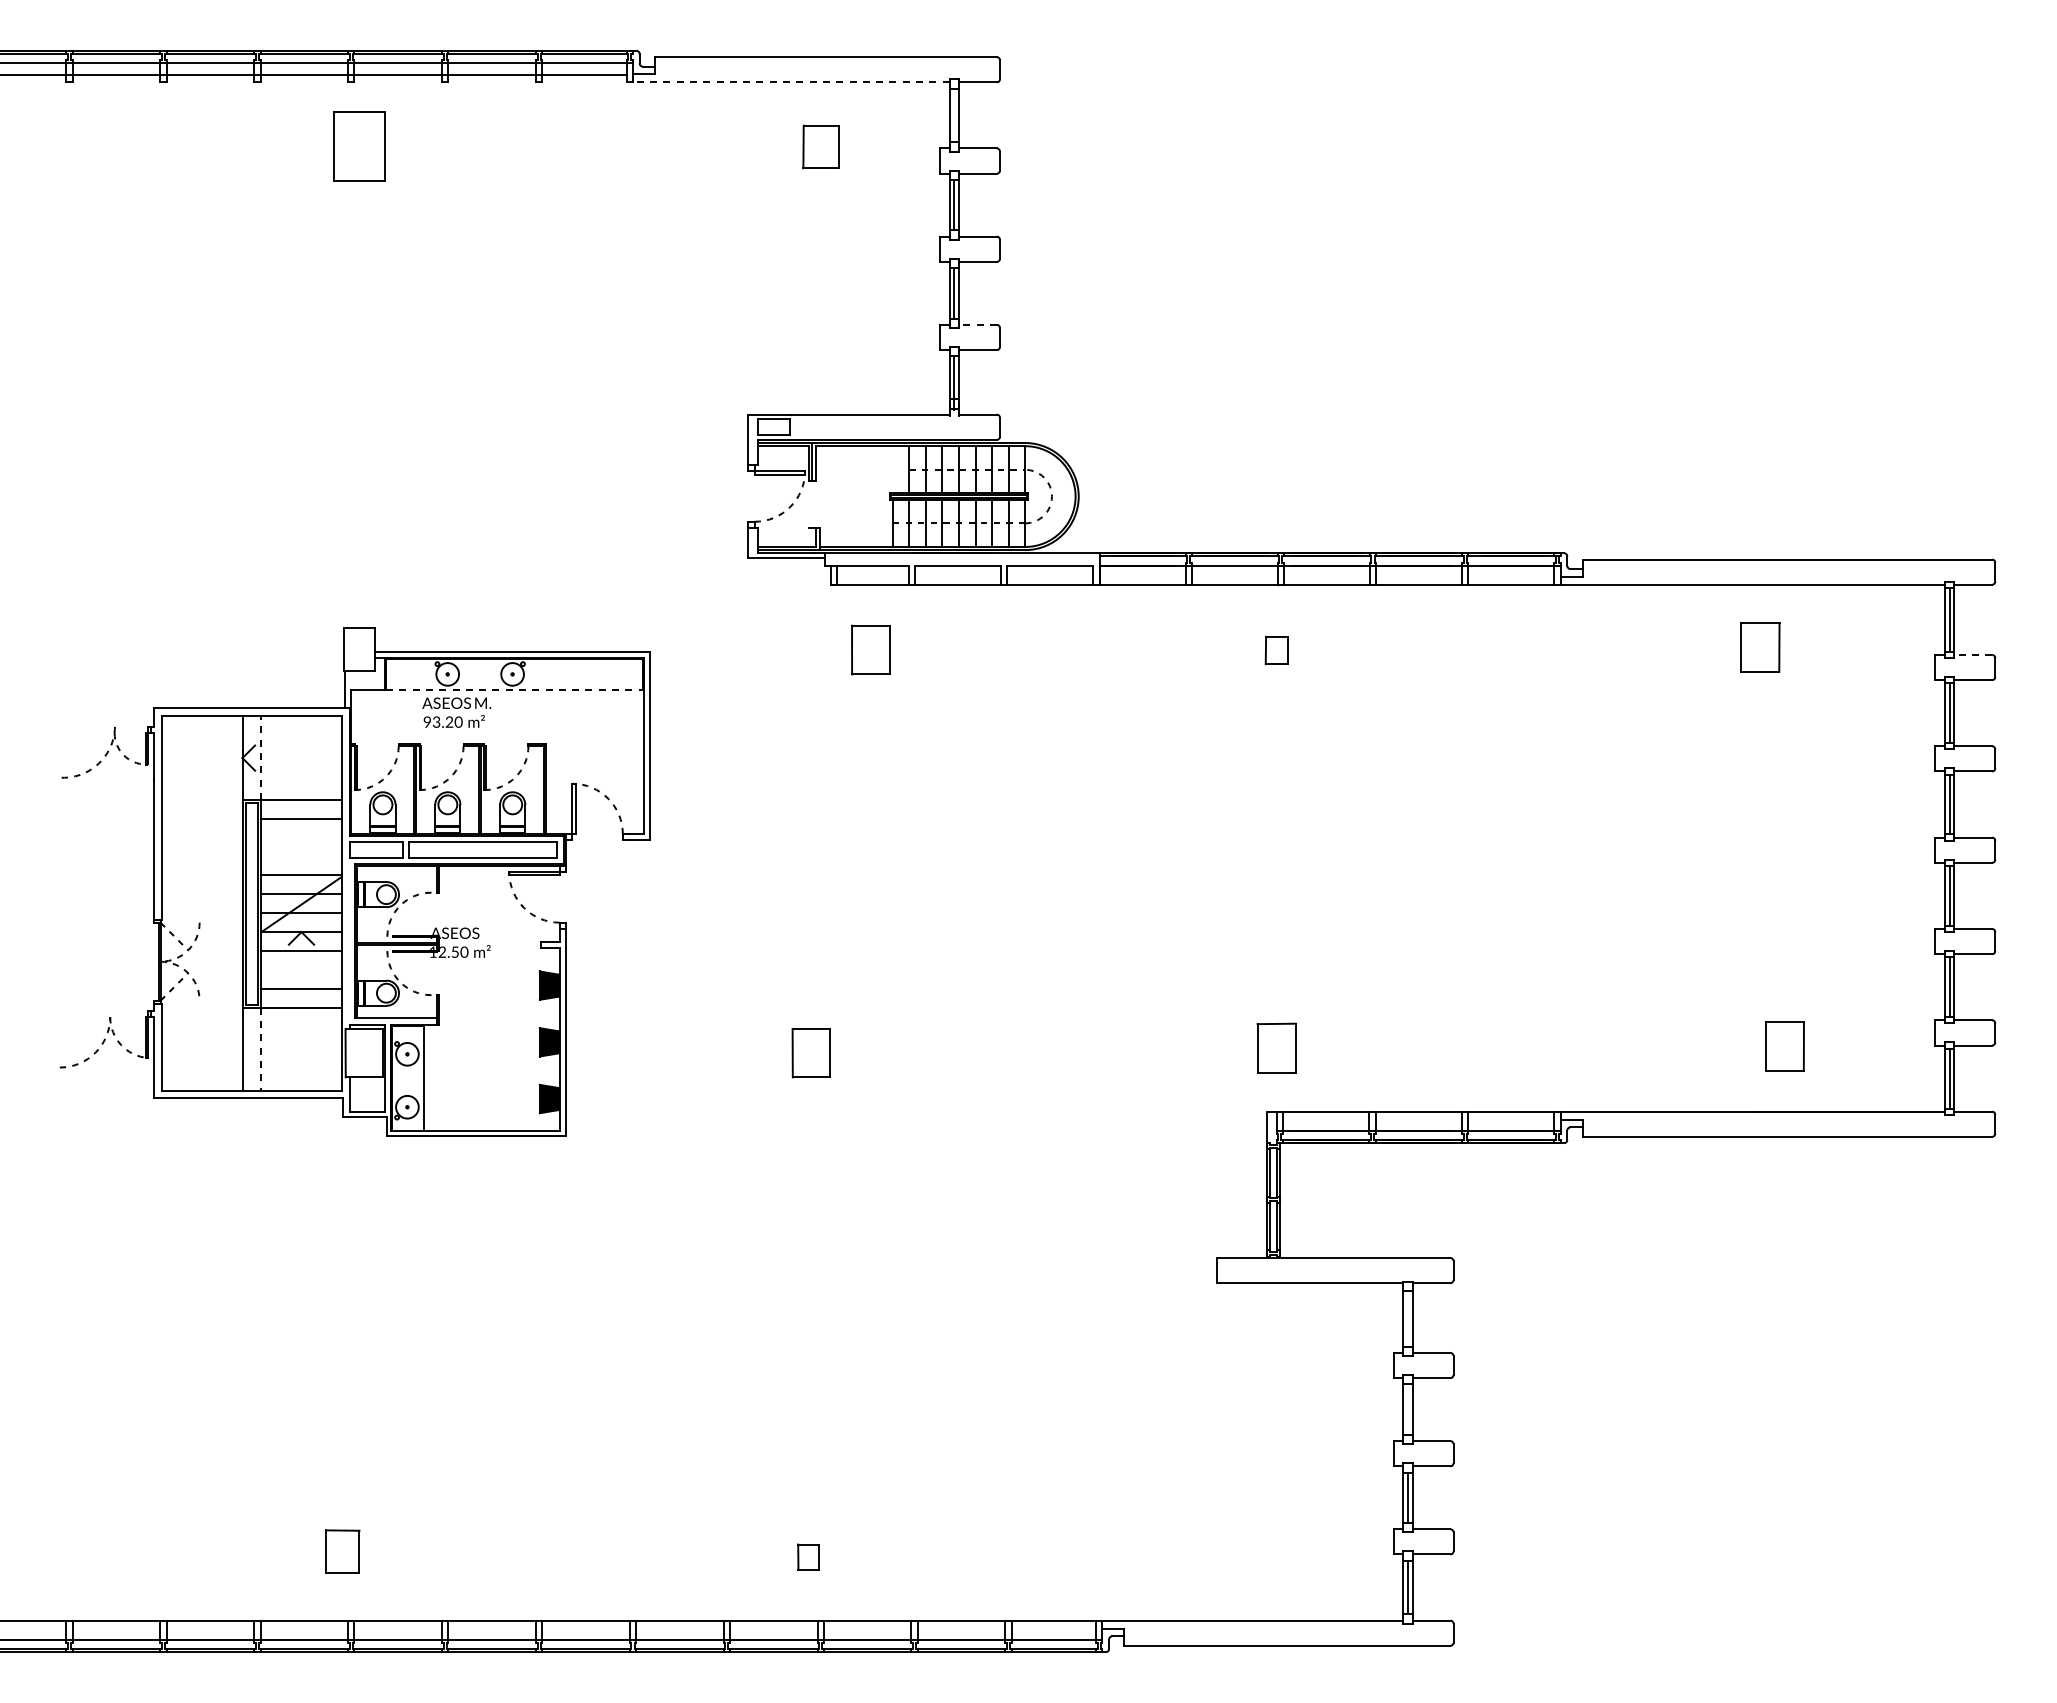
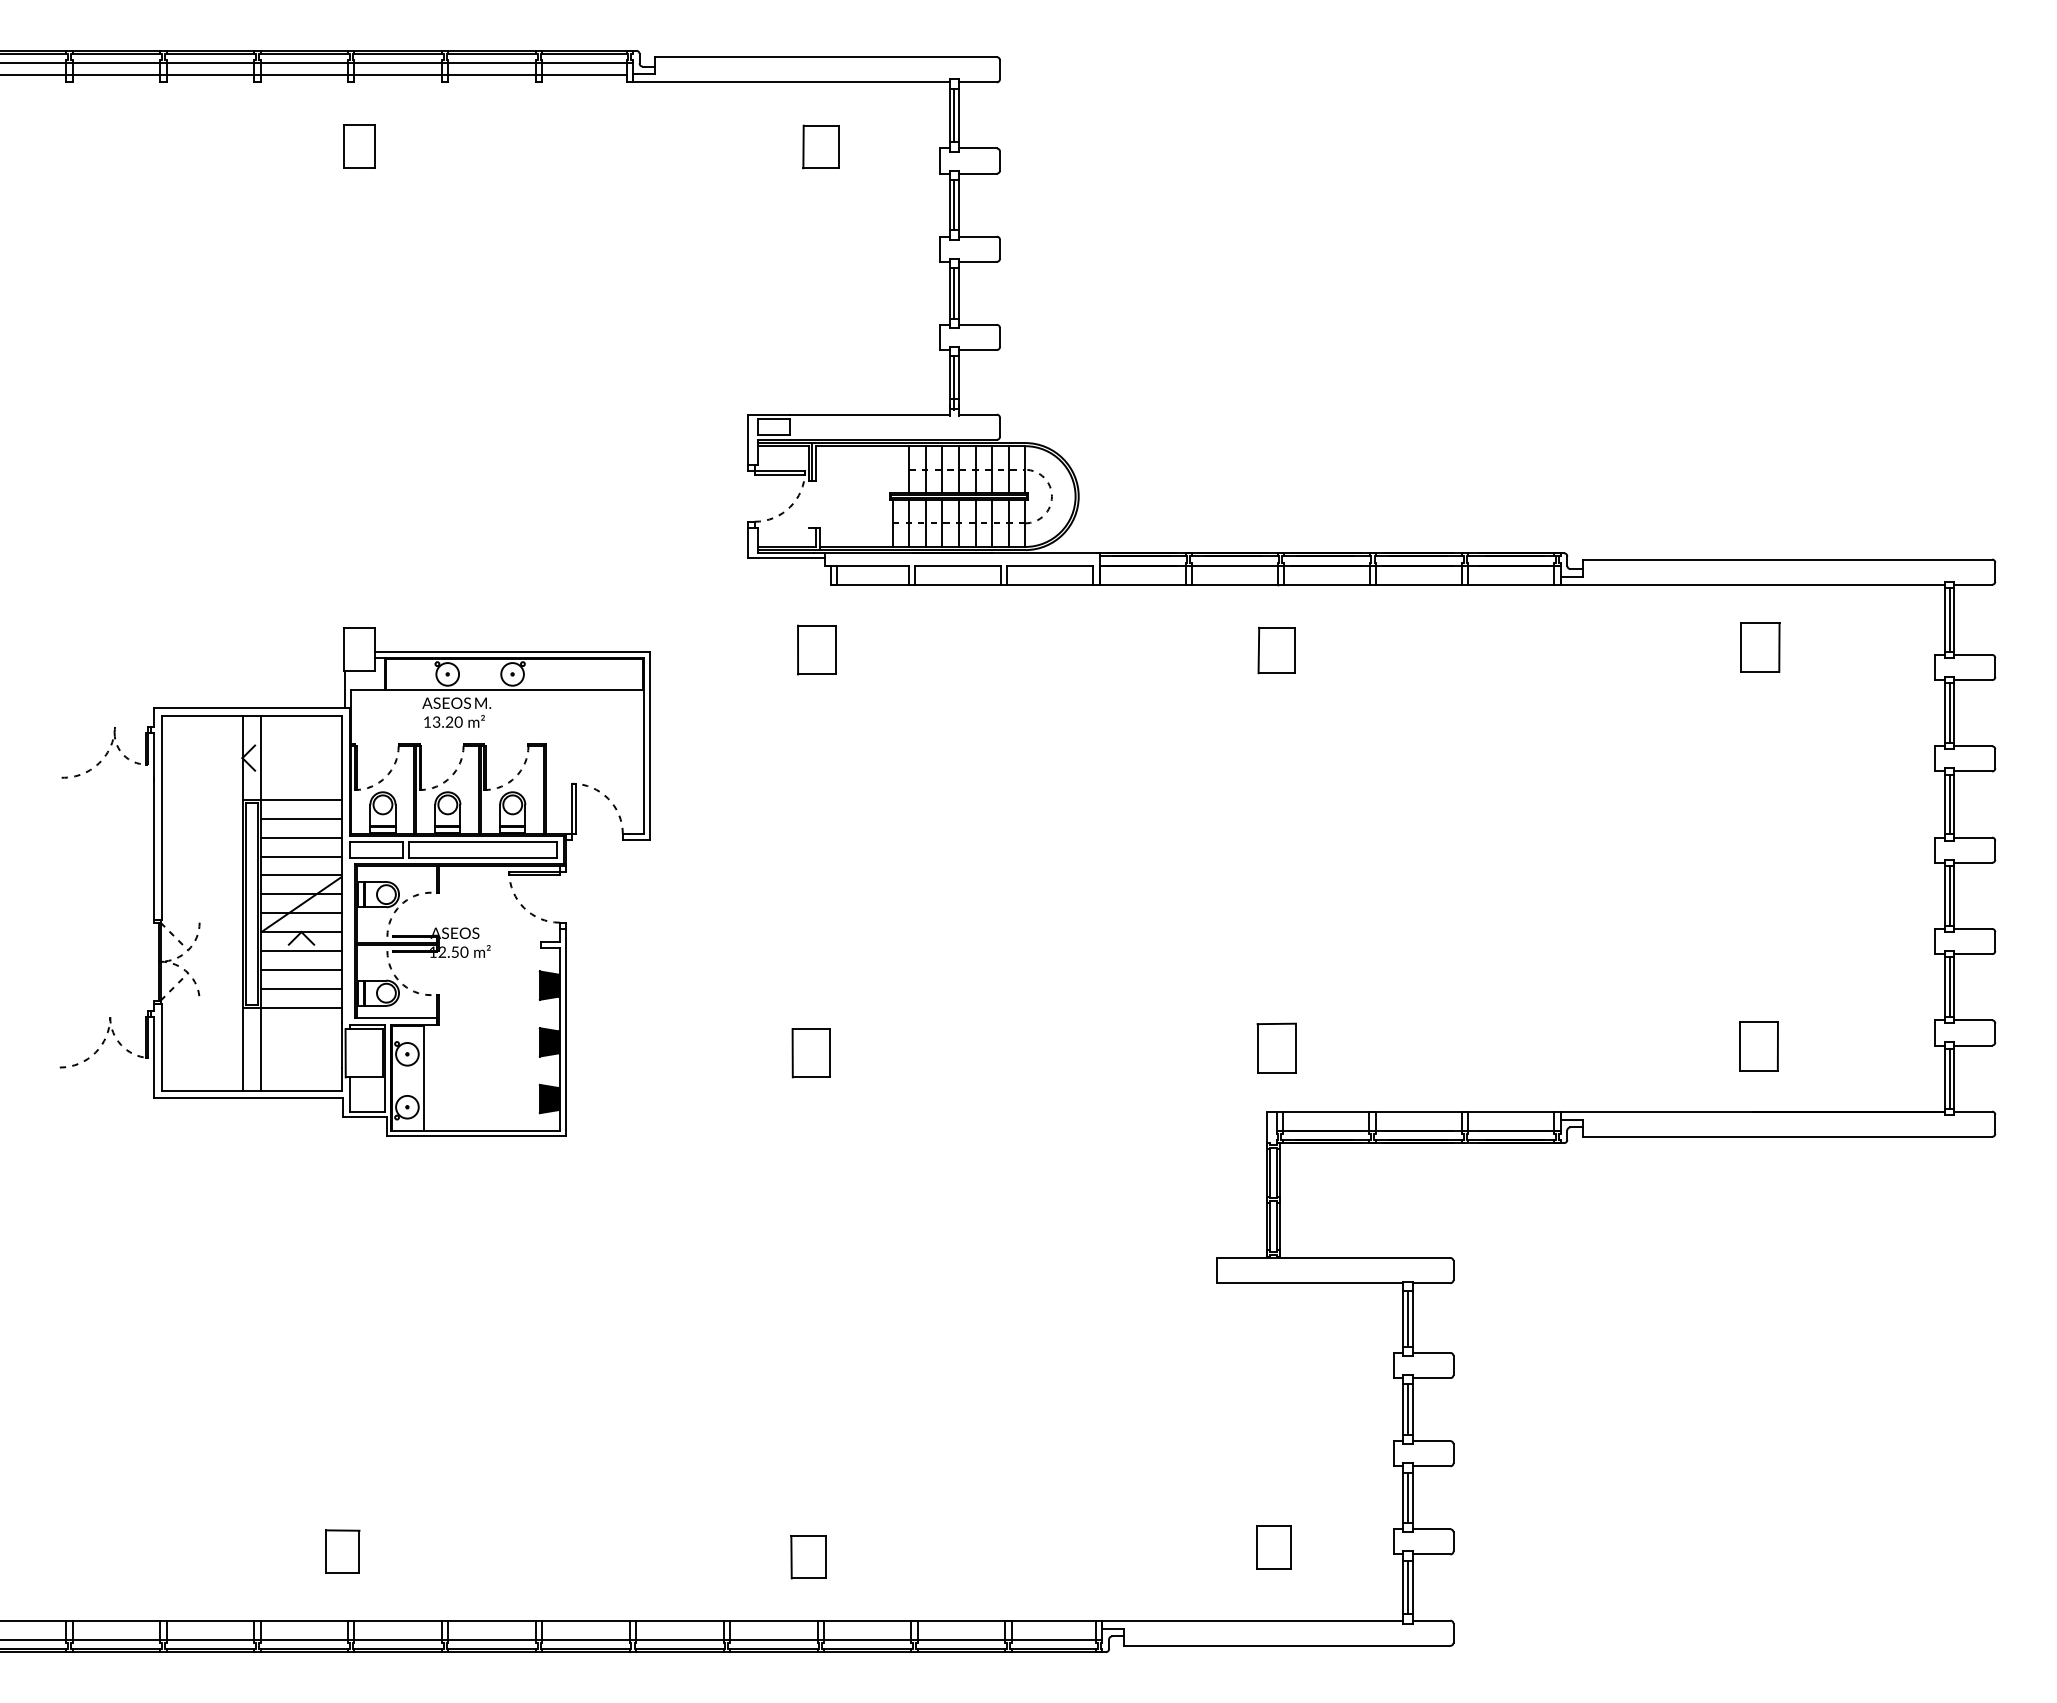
line at (790, 82): dashed -> solid
line at (954, 115): none -> present
part at (359, 146) size: 53x71 px -> 33x45 px
line at (977, 324): dashed -> solid
part at (870, 649) position: (870, 649) -> (816, 649)
part at (1276, 650) size: 25x29 px -> 39x49 px
line at (1973, 654): dashed -> solid
line at (514, 689): dashed -> solid
text at (426, 721): 93.20 -> 13.20
line at (261, 758): dashed -> solid
line at (301, 837): none -> present
line at (301, 856): none -> present
line at (301, 969): none -> present
part at (1784, 1046) position: (1784, 1046) -> (1758, 1046)
line at (261, 1049): dashed -> solid
line at (1407, 1319): none -> present
line at (1407, 1409): none -> present
part at (1273, 1547): none -> present
part at (808, 1556) size: 23x28 px -> 37x45 px
